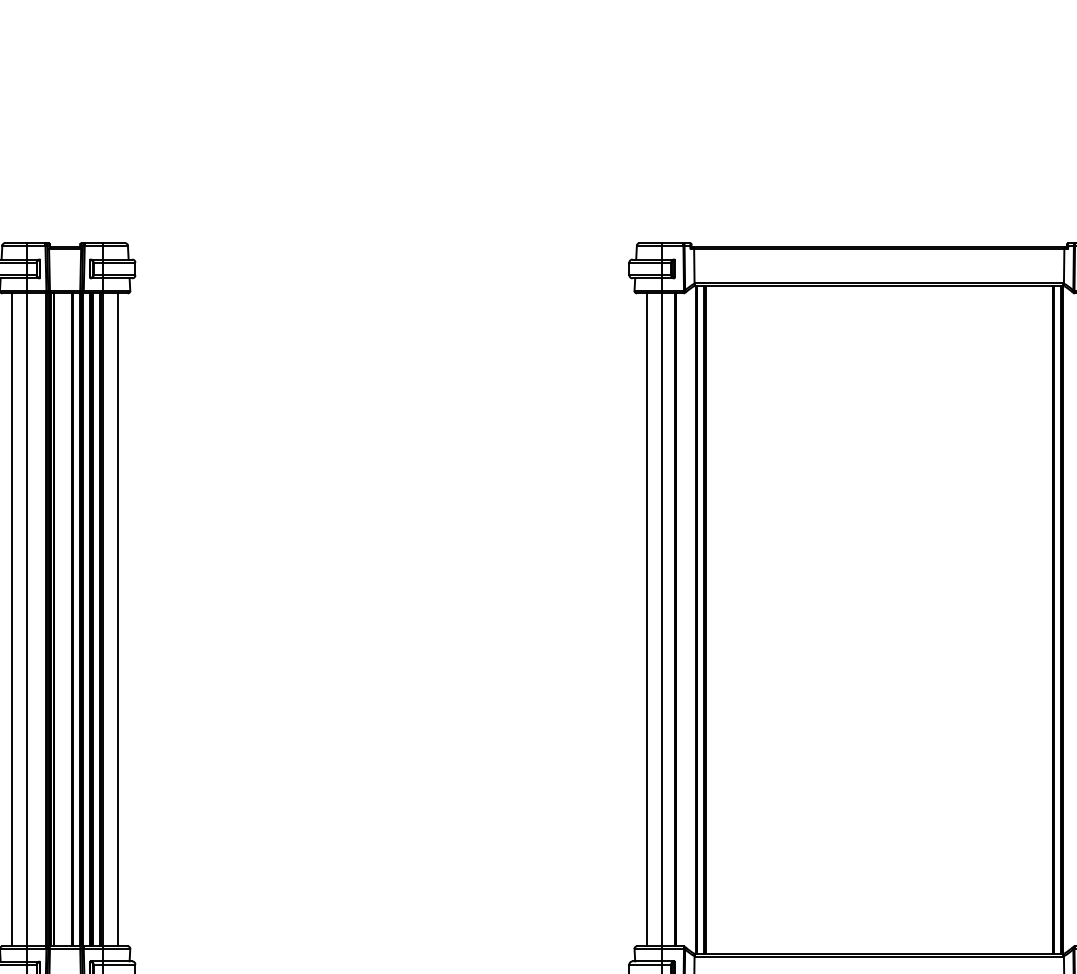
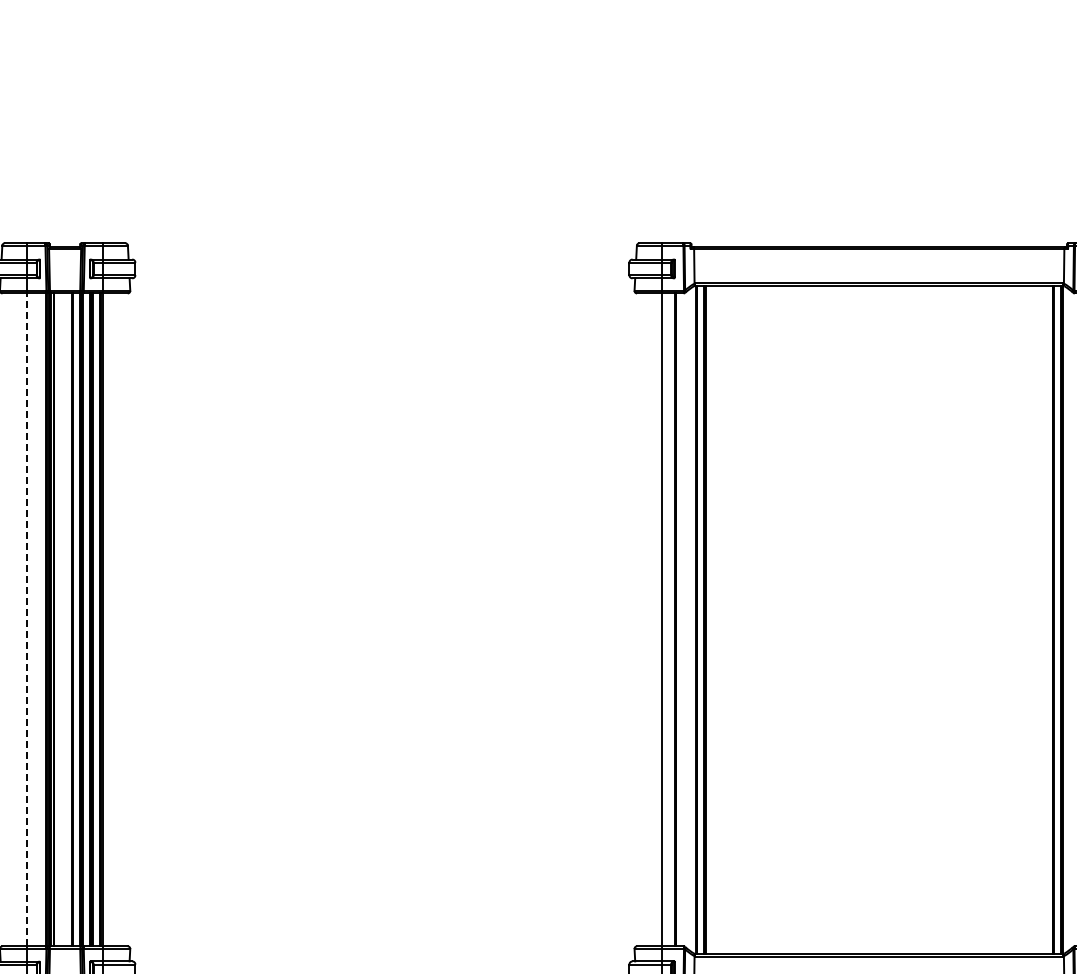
line at (12, 619): present -> none
line at (27, 619): solid -> dashed
line at (117, 619): present -> none
line at (646, 619): present -> none
